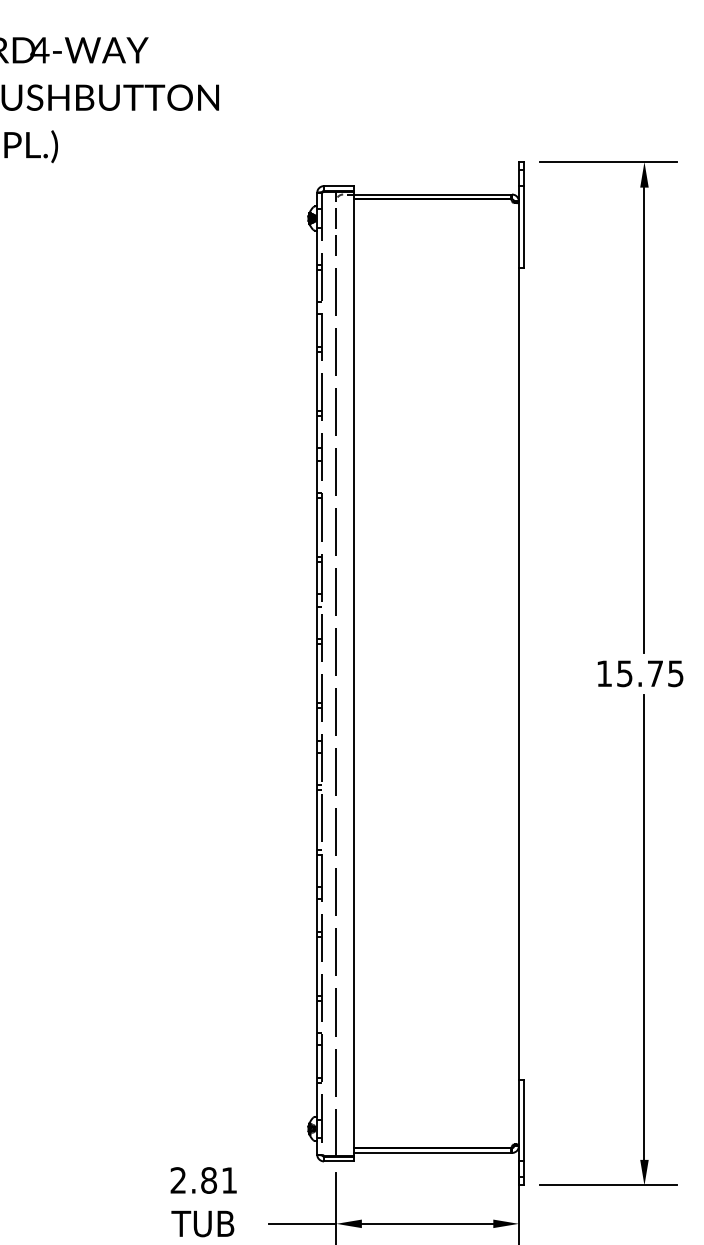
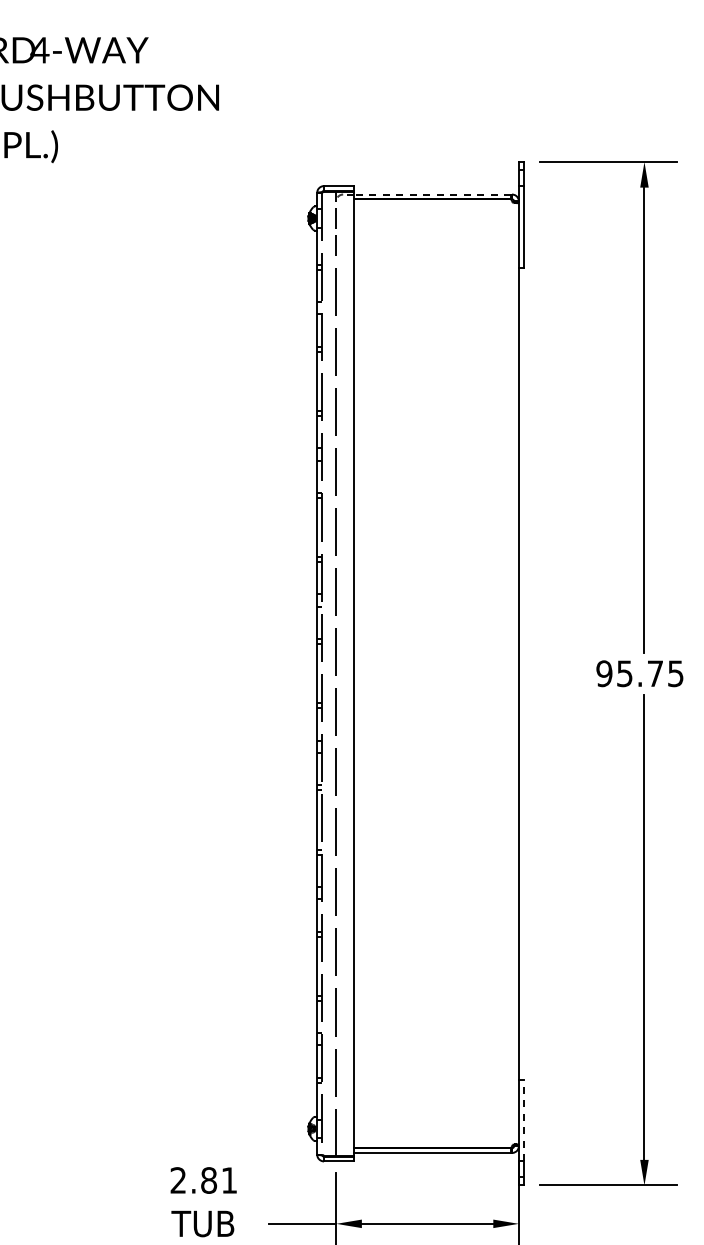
line at (432, 194): solid -> dashed
text at (604, 673): 15.75 -> 95.75
line at (523, 1120): solid -> dashed
